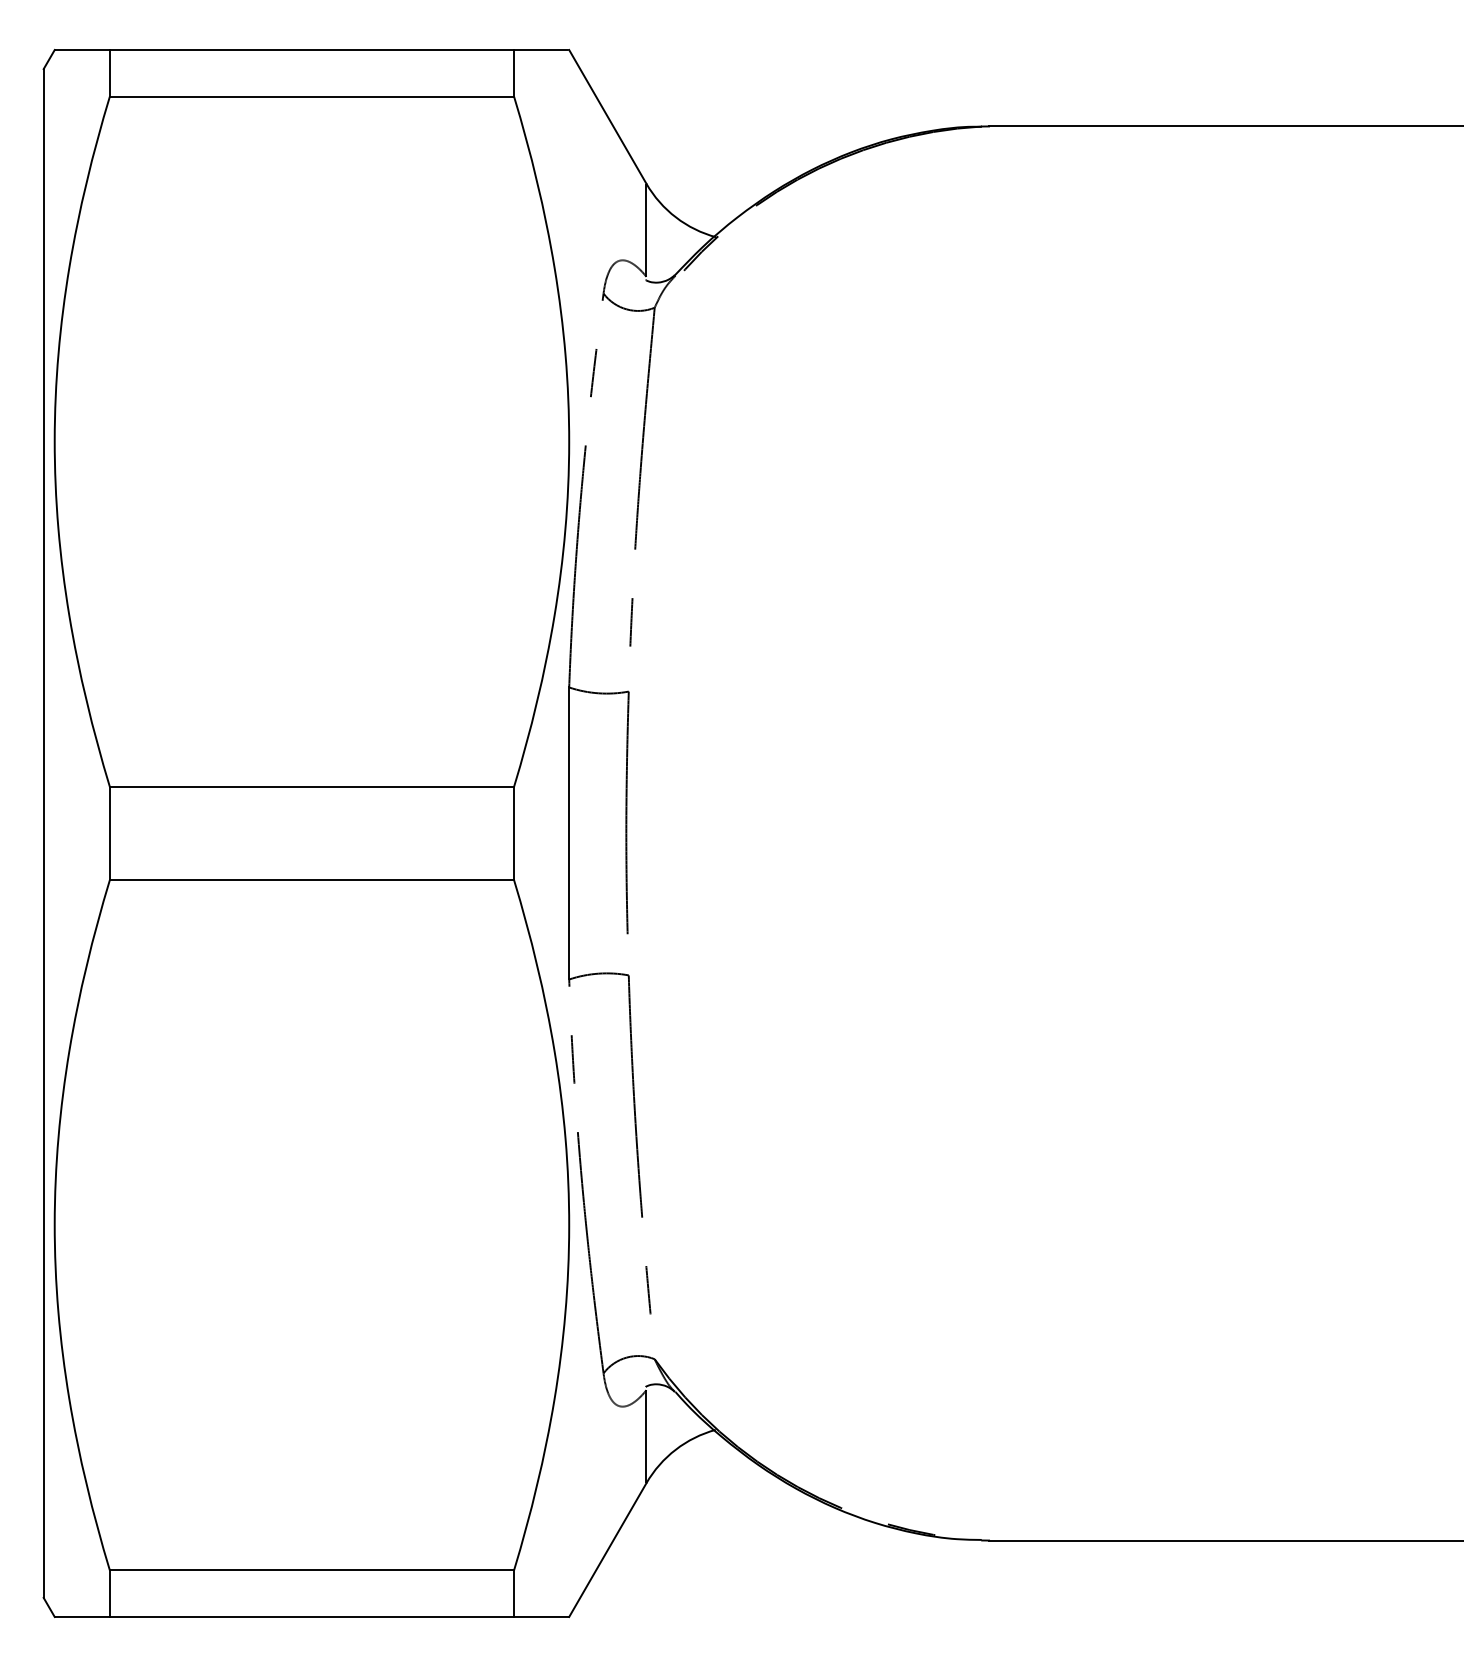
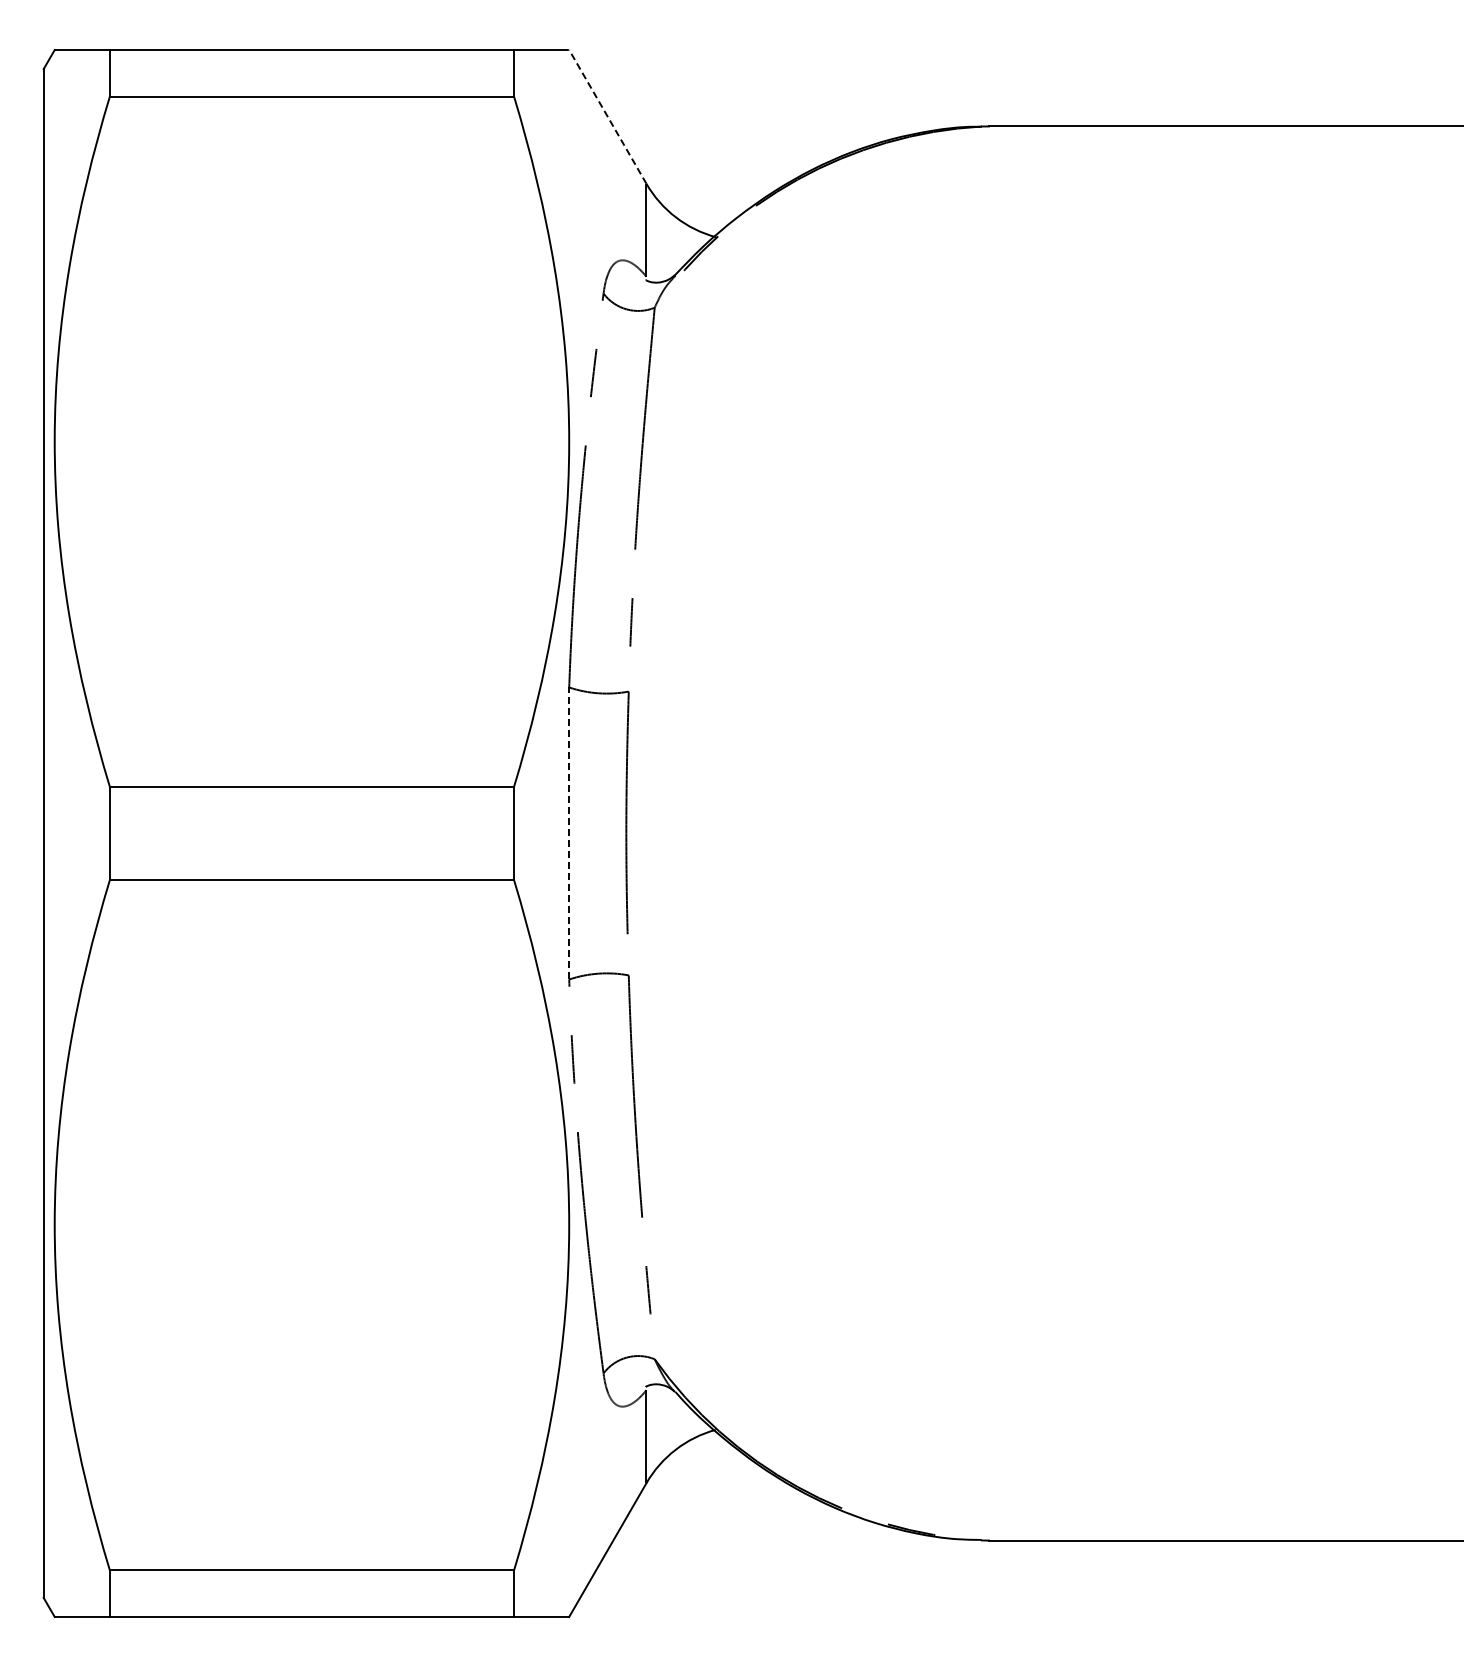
line at (607, 116): solid -> dashed
line at (569, 833): solid -> dashed
